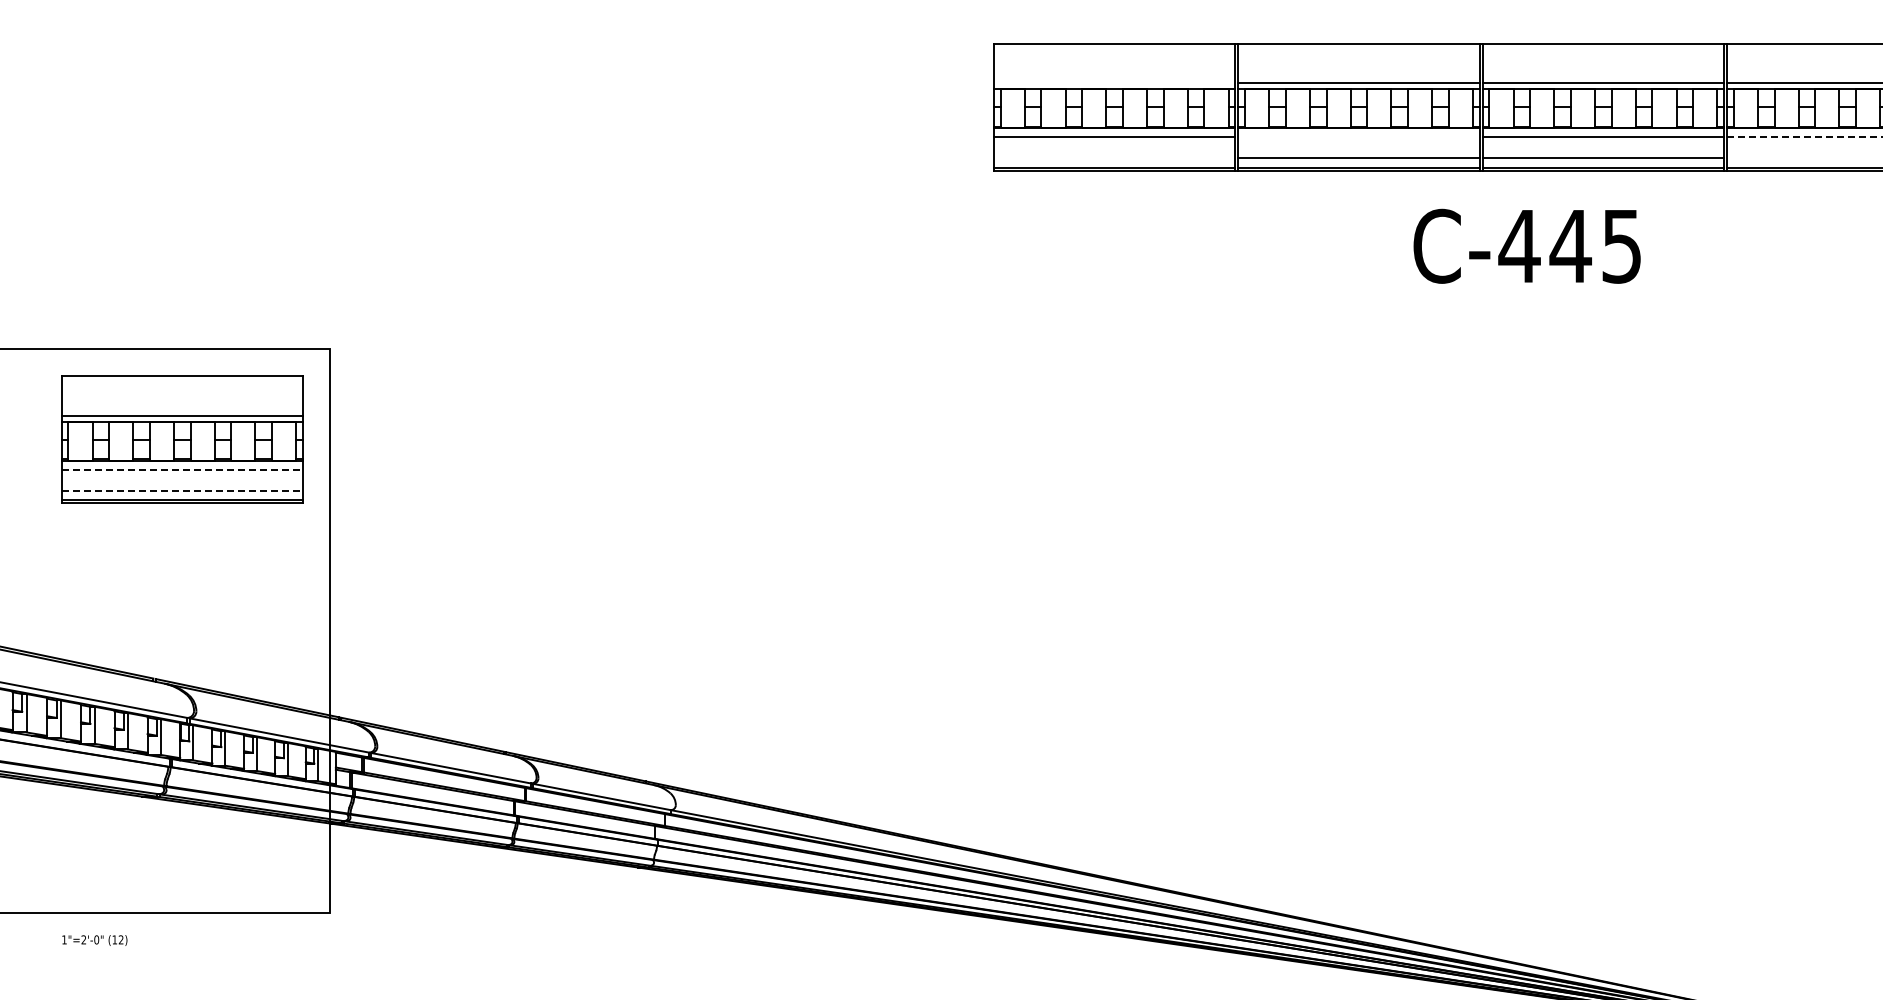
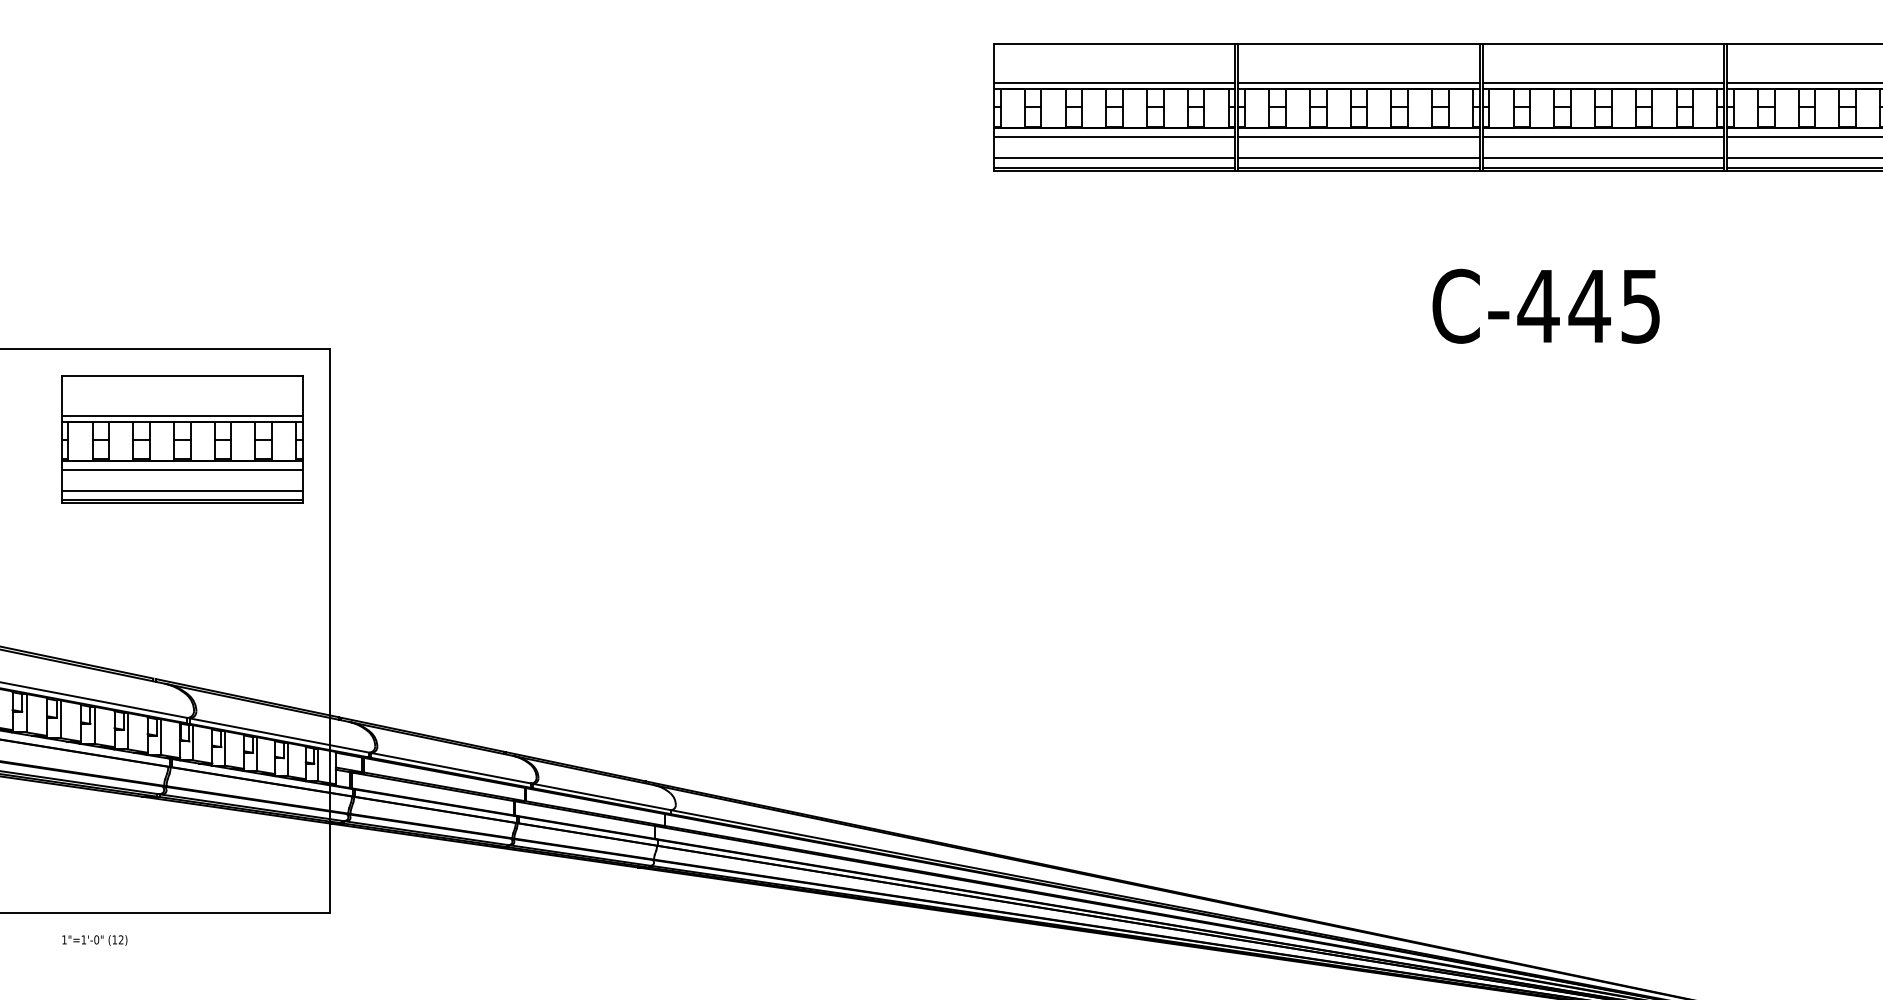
line at (1114, 83): none -> present
line at (1358, 137): none -> present
line at (1804, 137): dashed -> solid
line at (1114, 158): none -> present
line at (1803, 158): none -> present
text at (1526, 245) position: (1526, 245) -> (1545, 305)
line at (182, 470): dashed -> solid
line at (182, 491): dashed -> solid
text at (83, 939): 1"=2'-0" -> 1"=1'-0"
